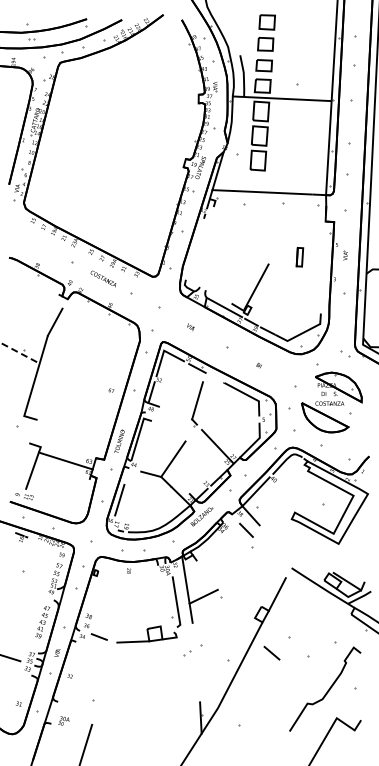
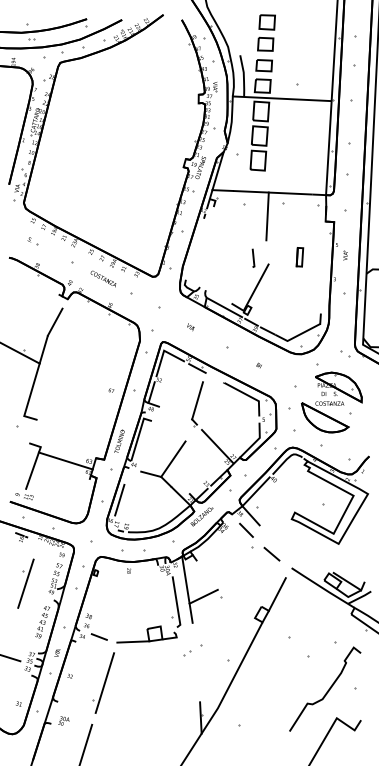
line at (267, 216): none -> present
part at (32, 241): none -> present
line at (253, 257): none -> present
line at (20, 353): dashed -> solid
line at (25, 583): none -> present
line at (271, 652) position: (271, 652) -> (271, 553)
line at (104, 682): none -> present
